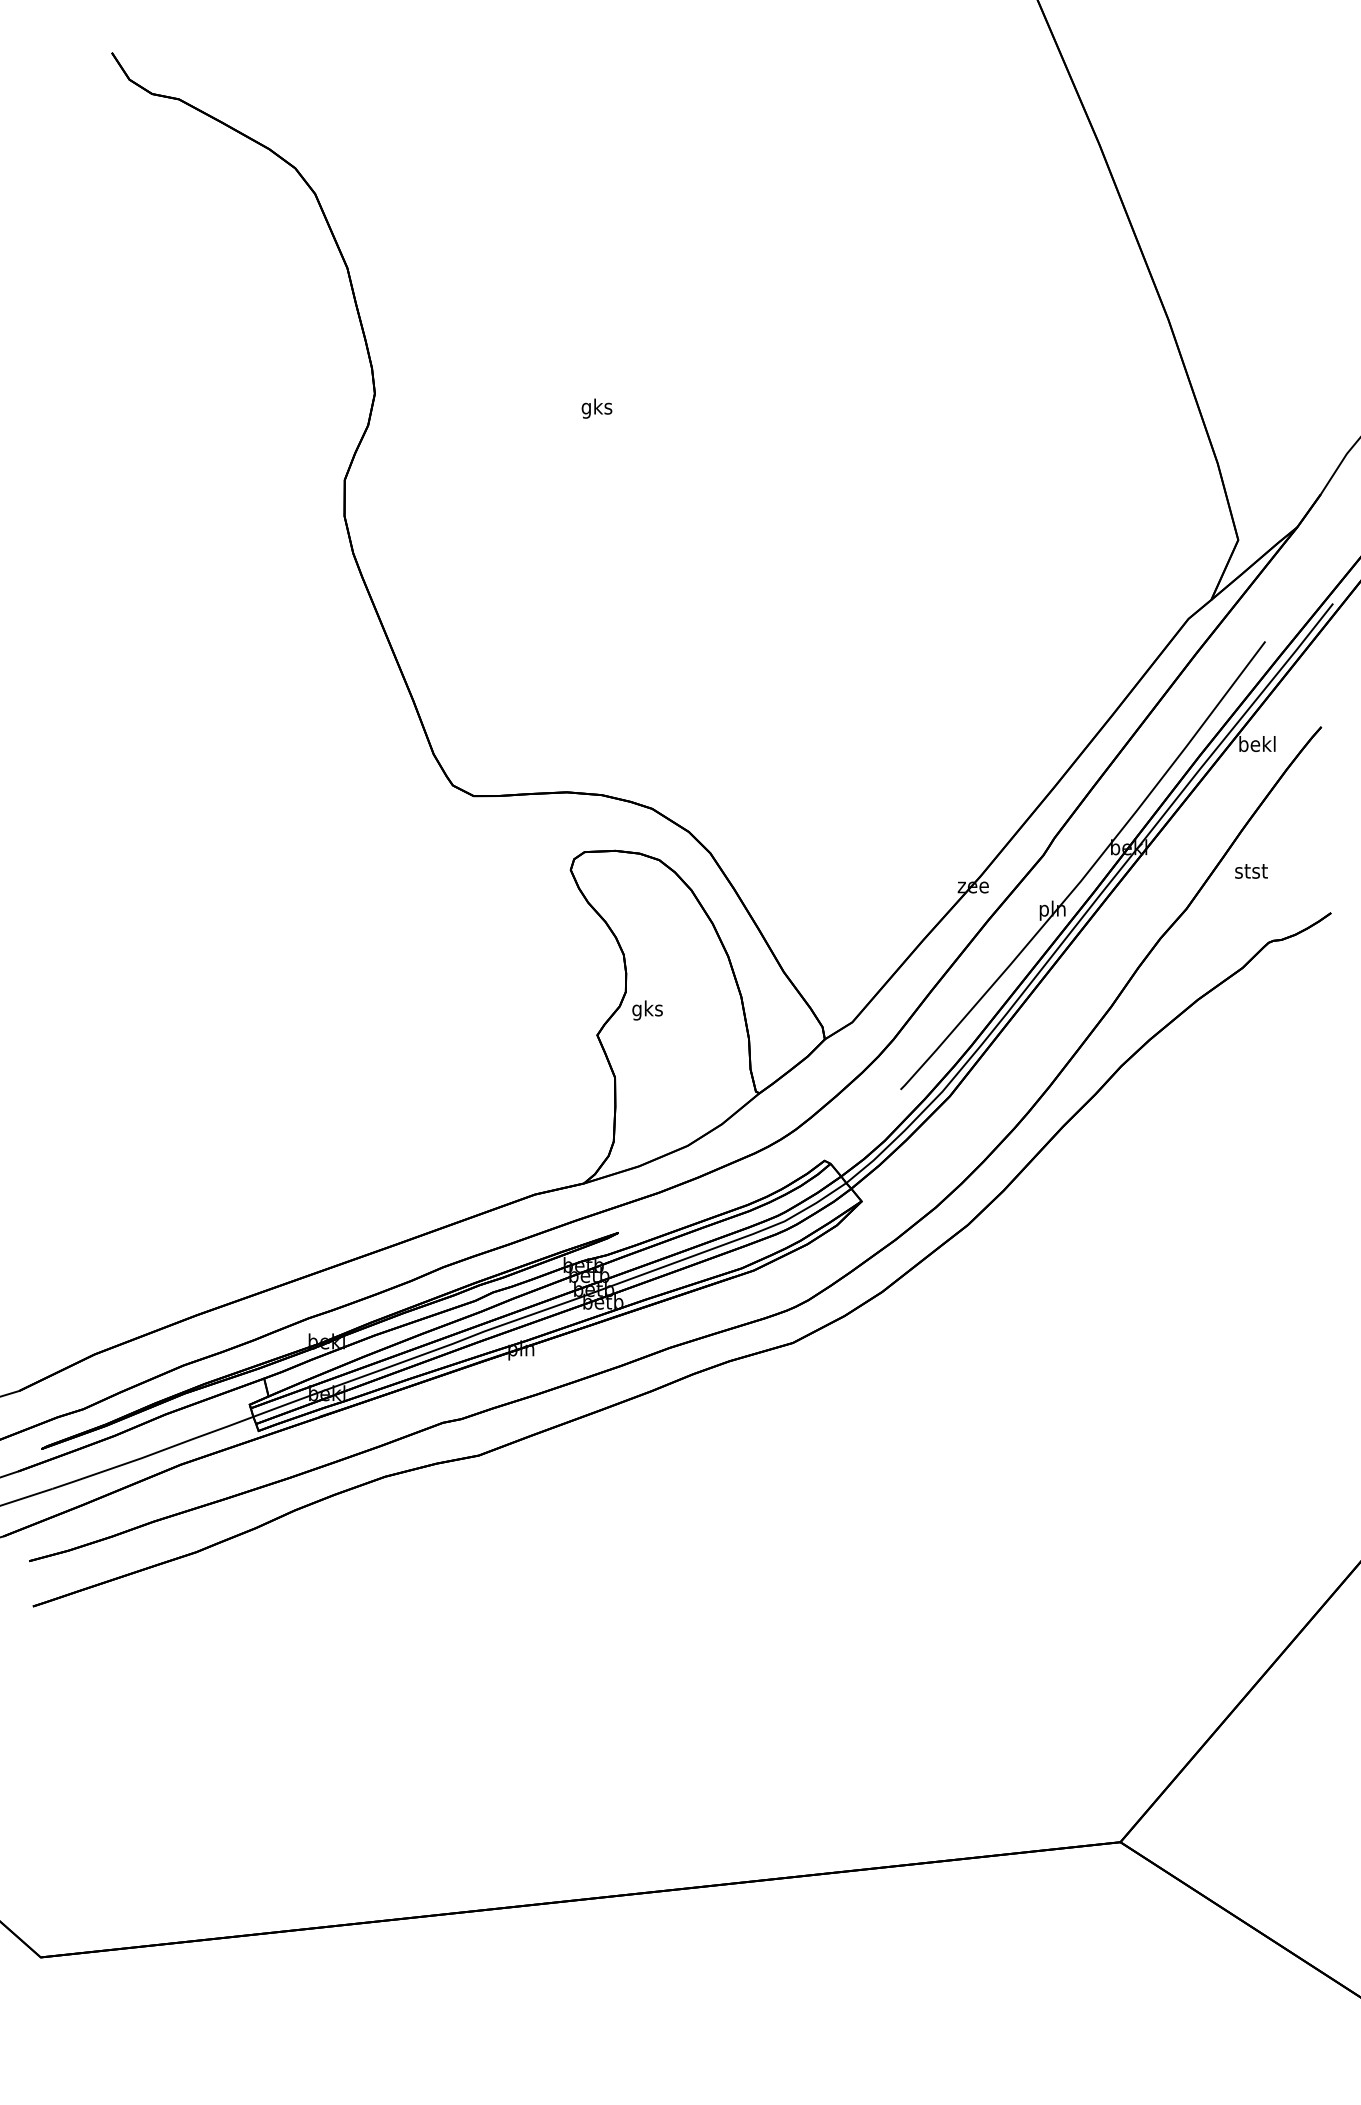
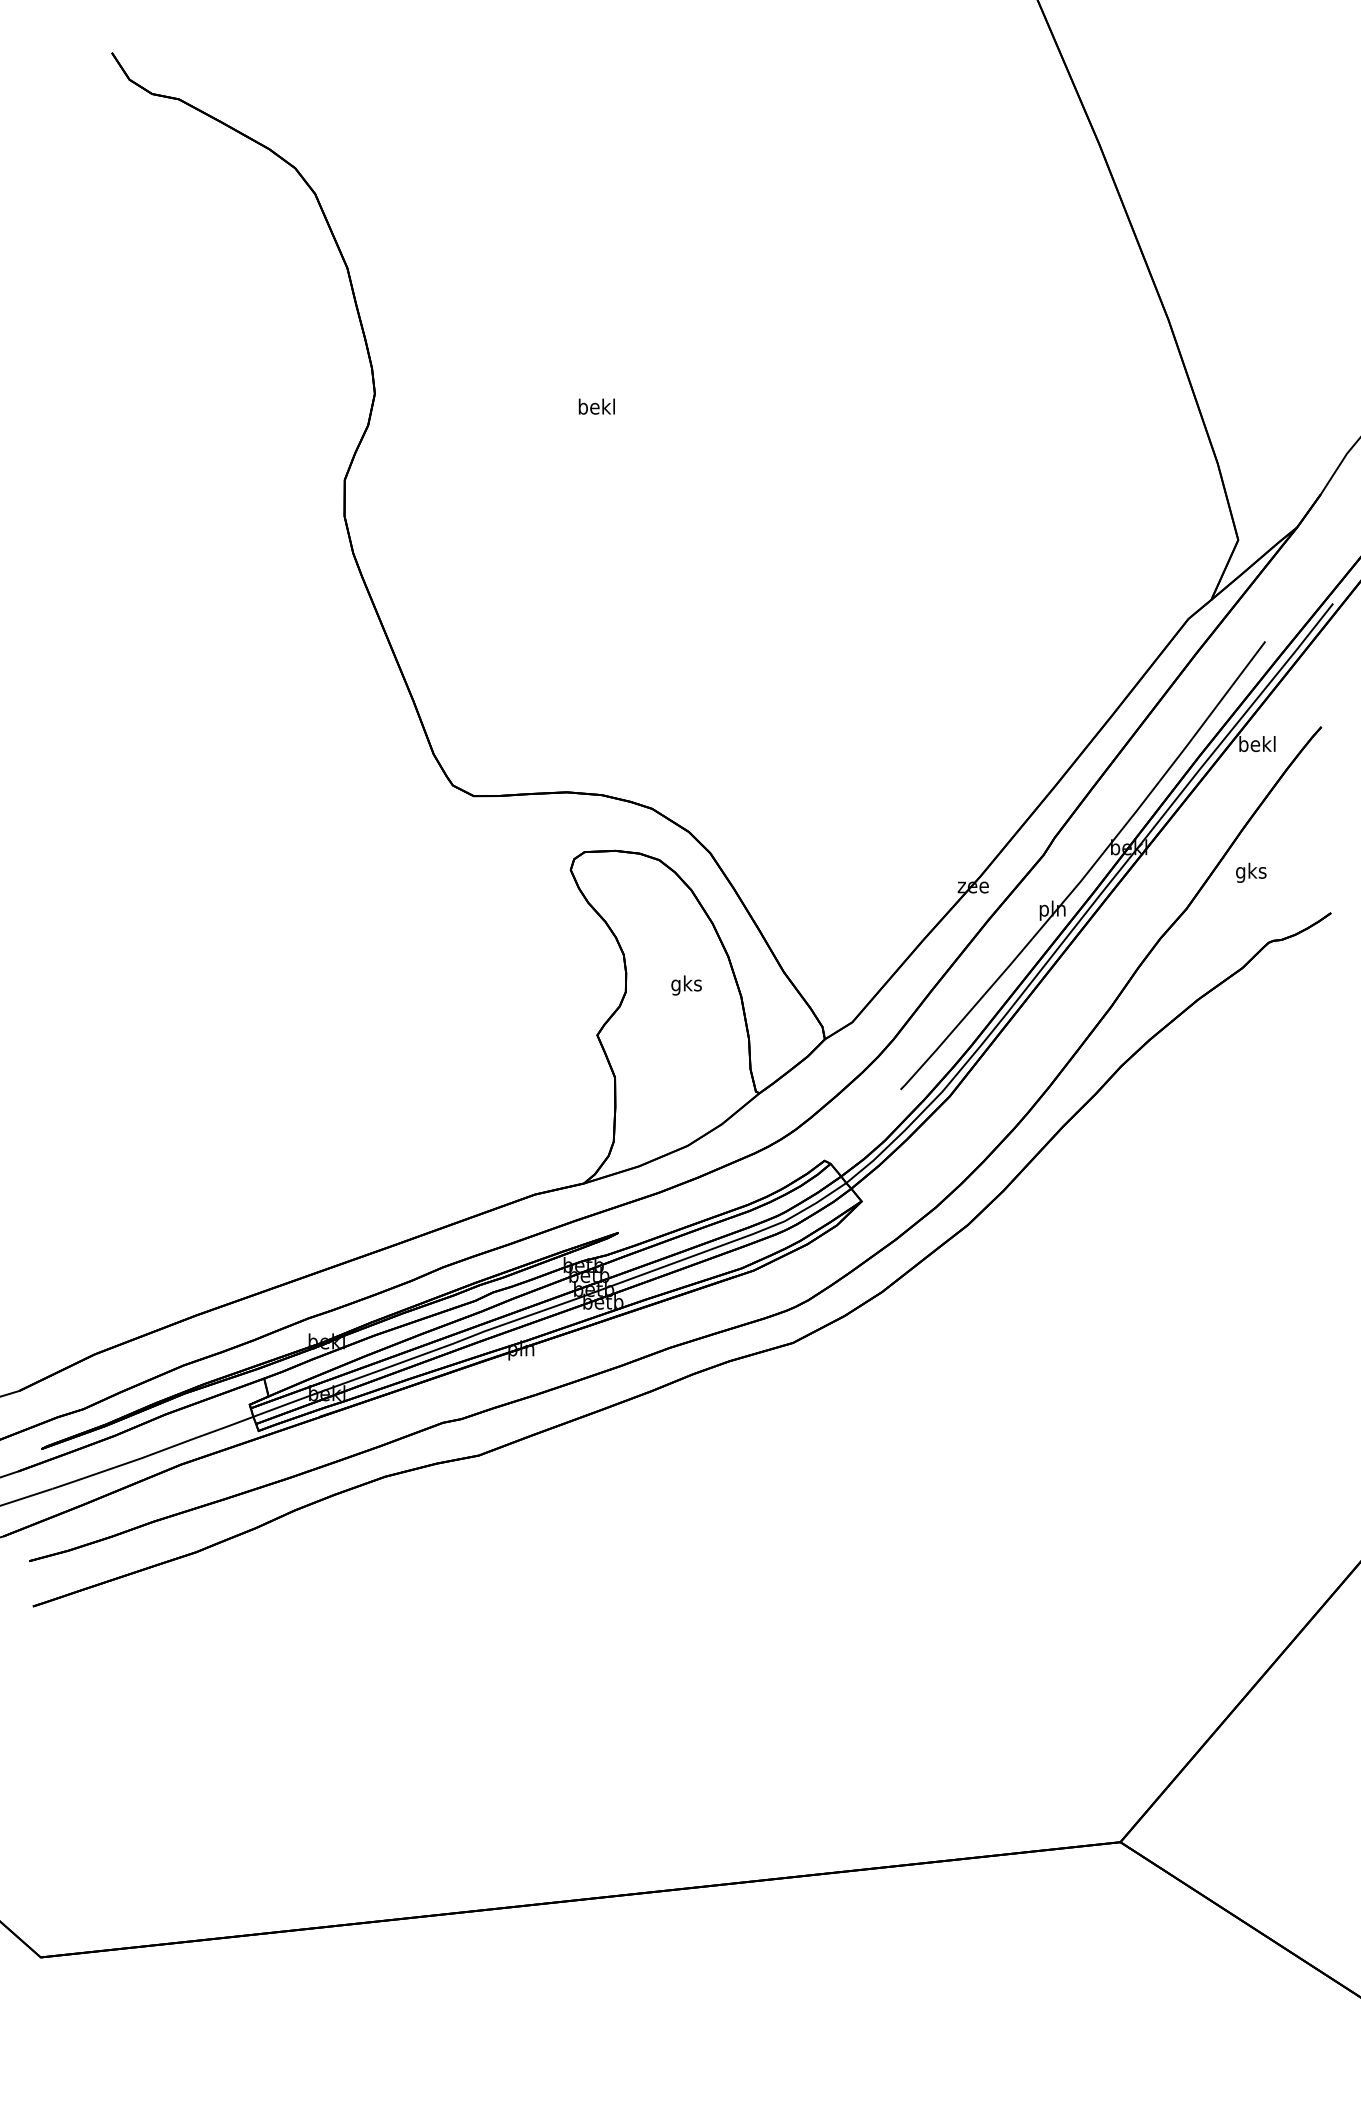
text at (596, 408): gks -> bekl
text at (1251, 872): stst -> gks
text at (647, 1010) position: (647, 1010) -> (686, 985)
